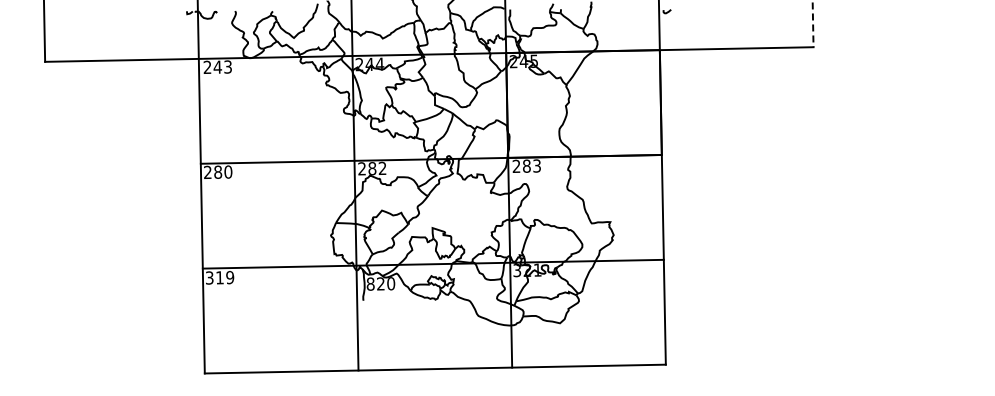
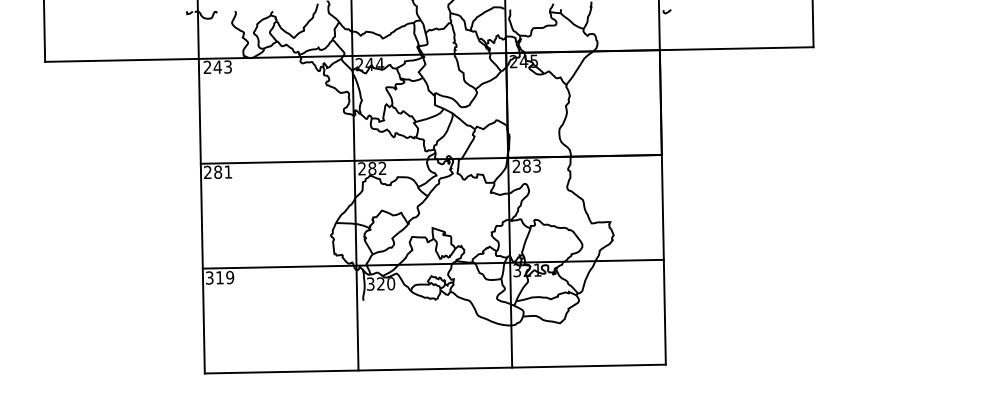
line at (813, 24): dashed -> solid
text at (228, 171): 280 -> 281
text at (370, 283): 820 -> 320
